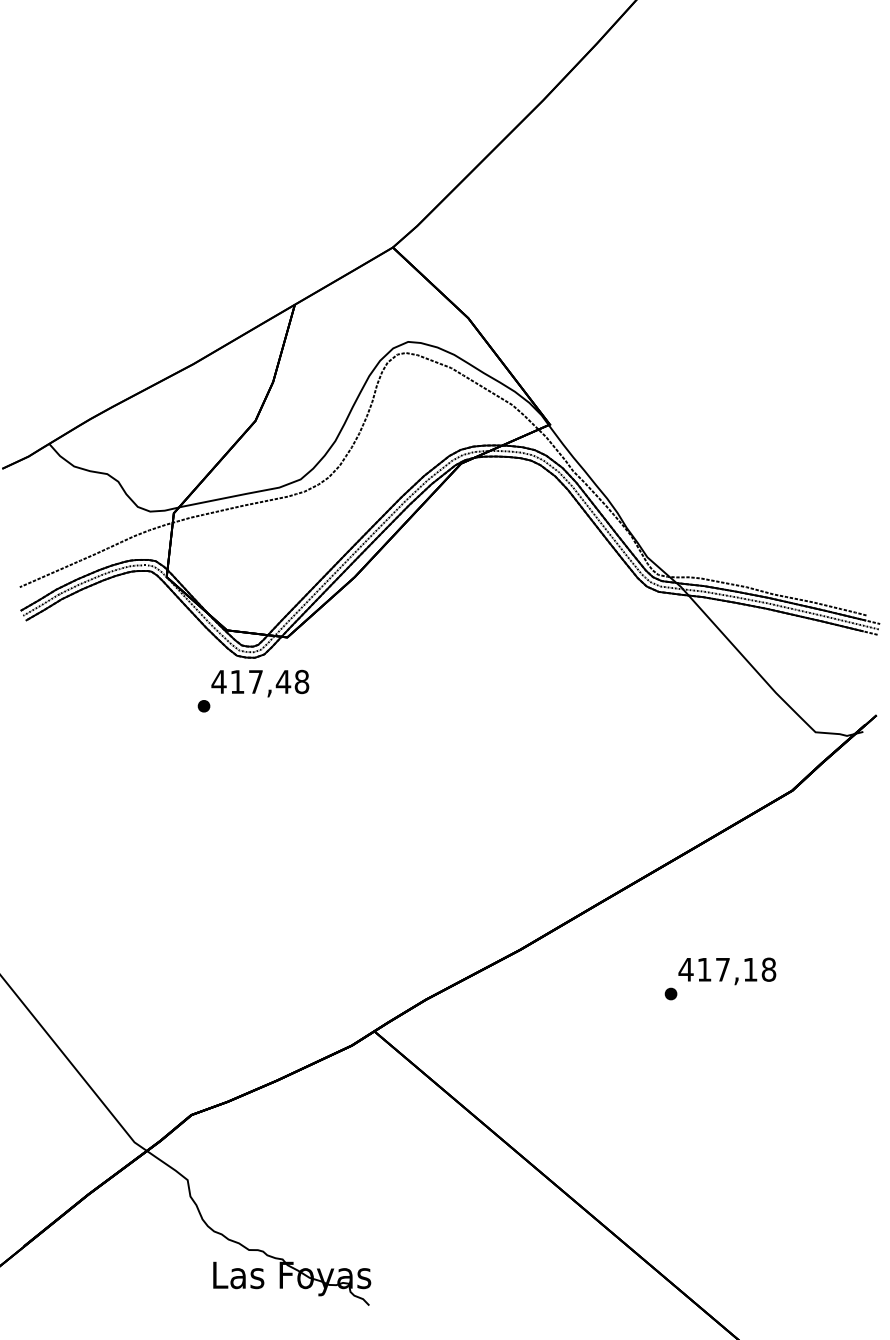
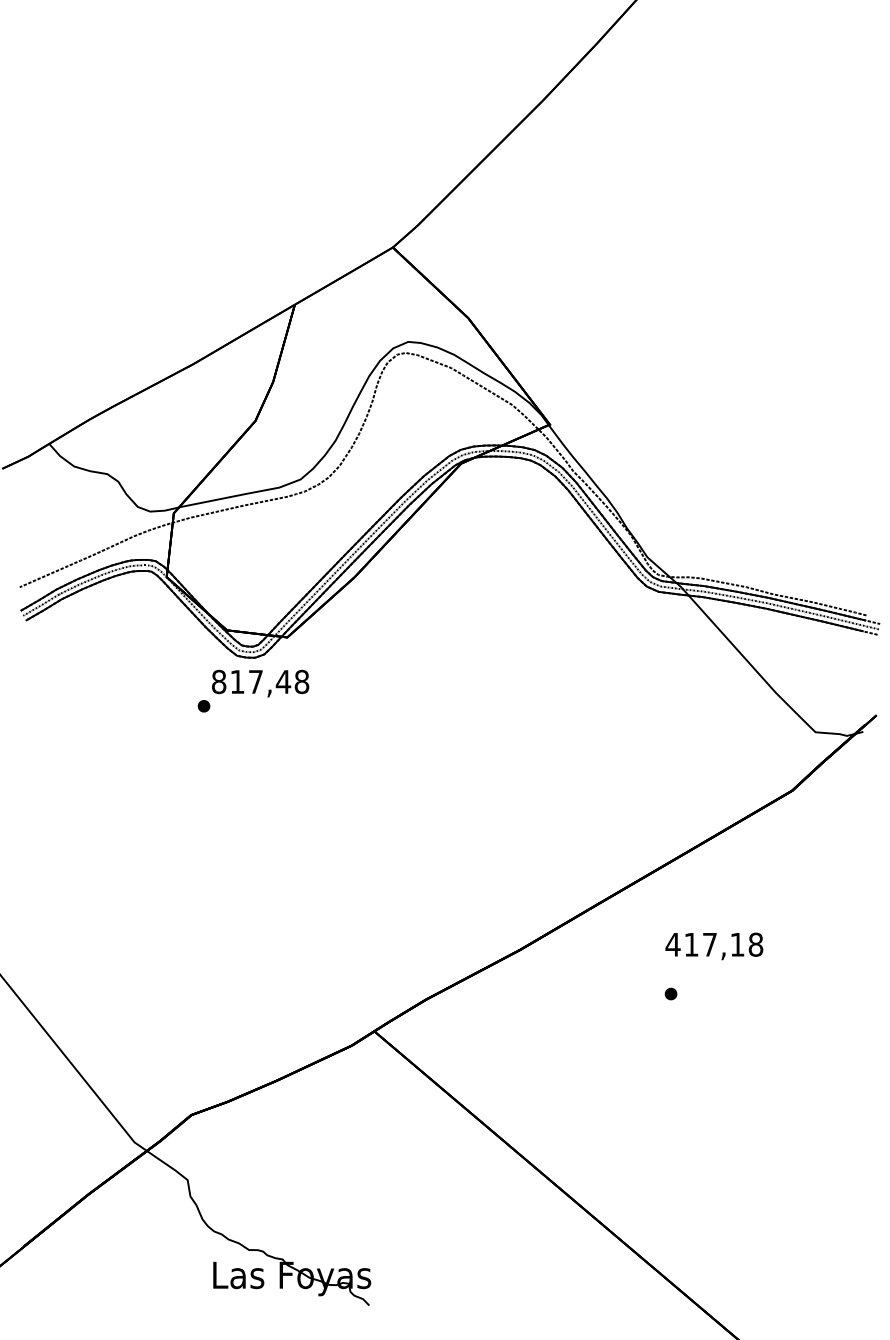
text at (218, 681): 417,48 -> 817,48
text at (727, 971) position: (727, 971) -> (714, 946)
